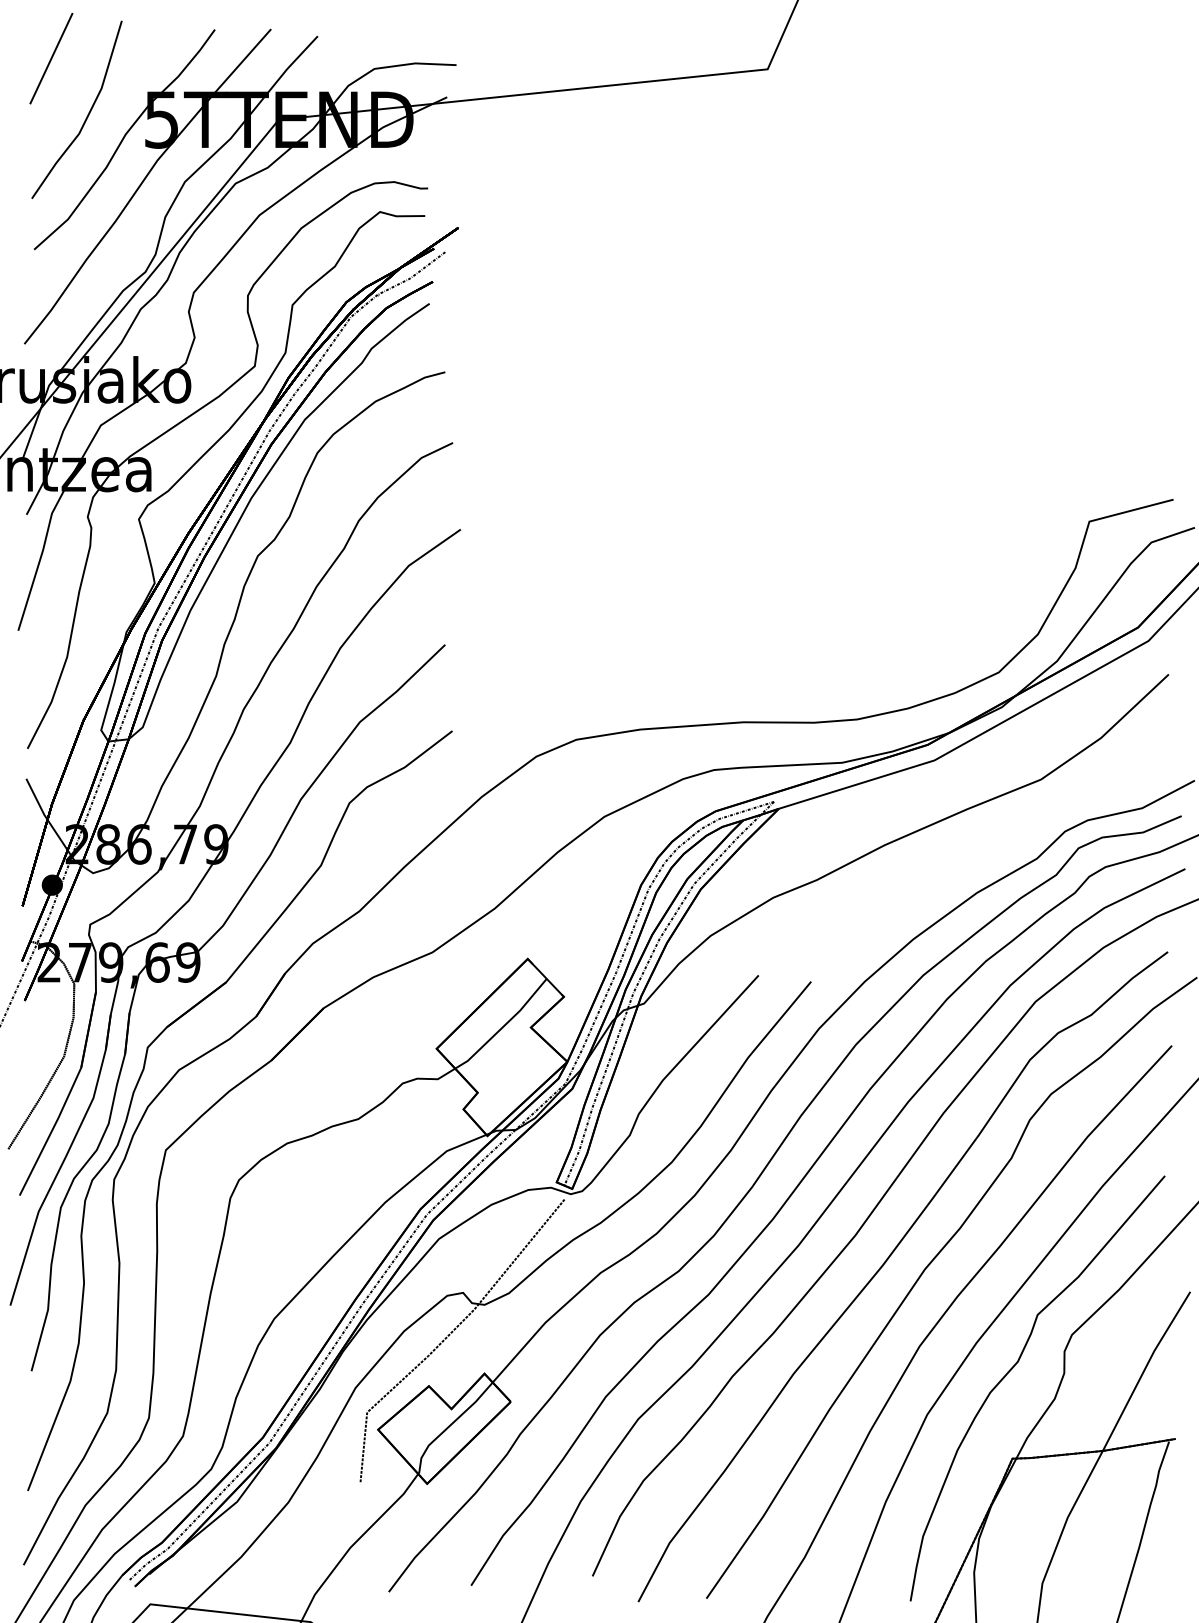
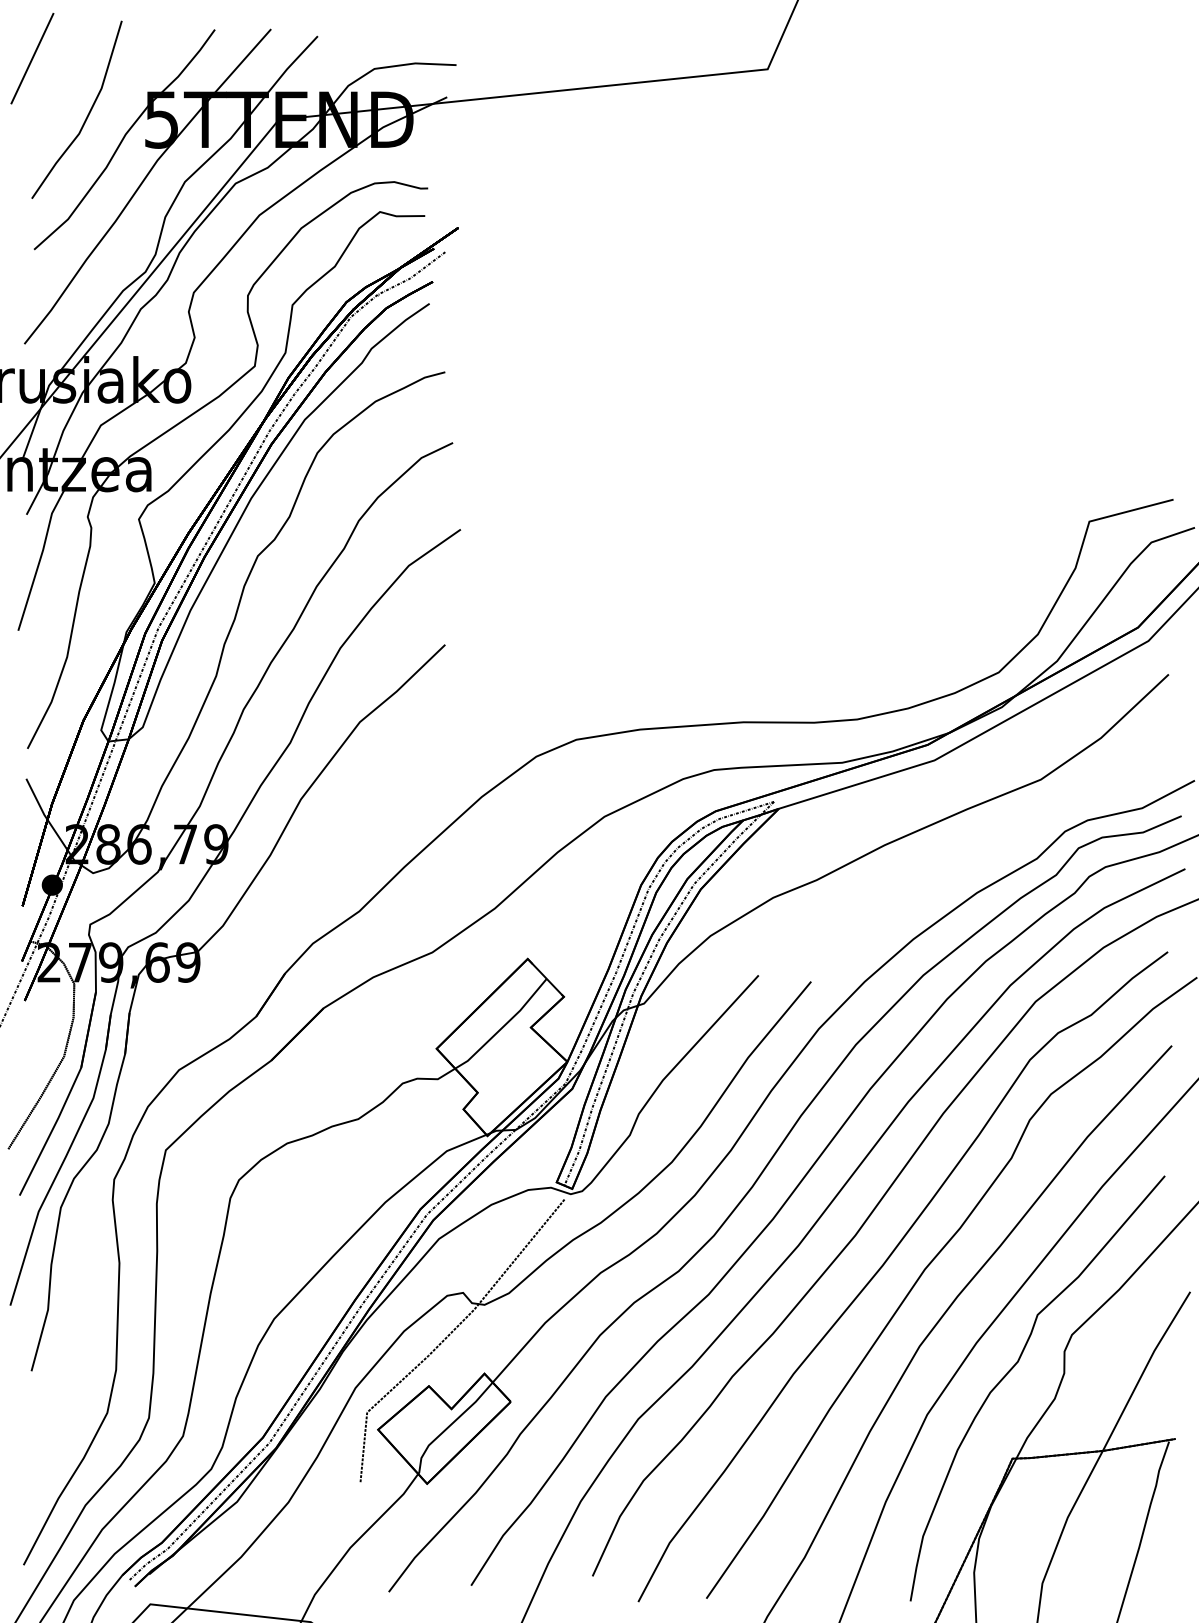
line at (51, 58) position: (51, 58) -> (32, 58)
part at (143, 1072): present -> none
